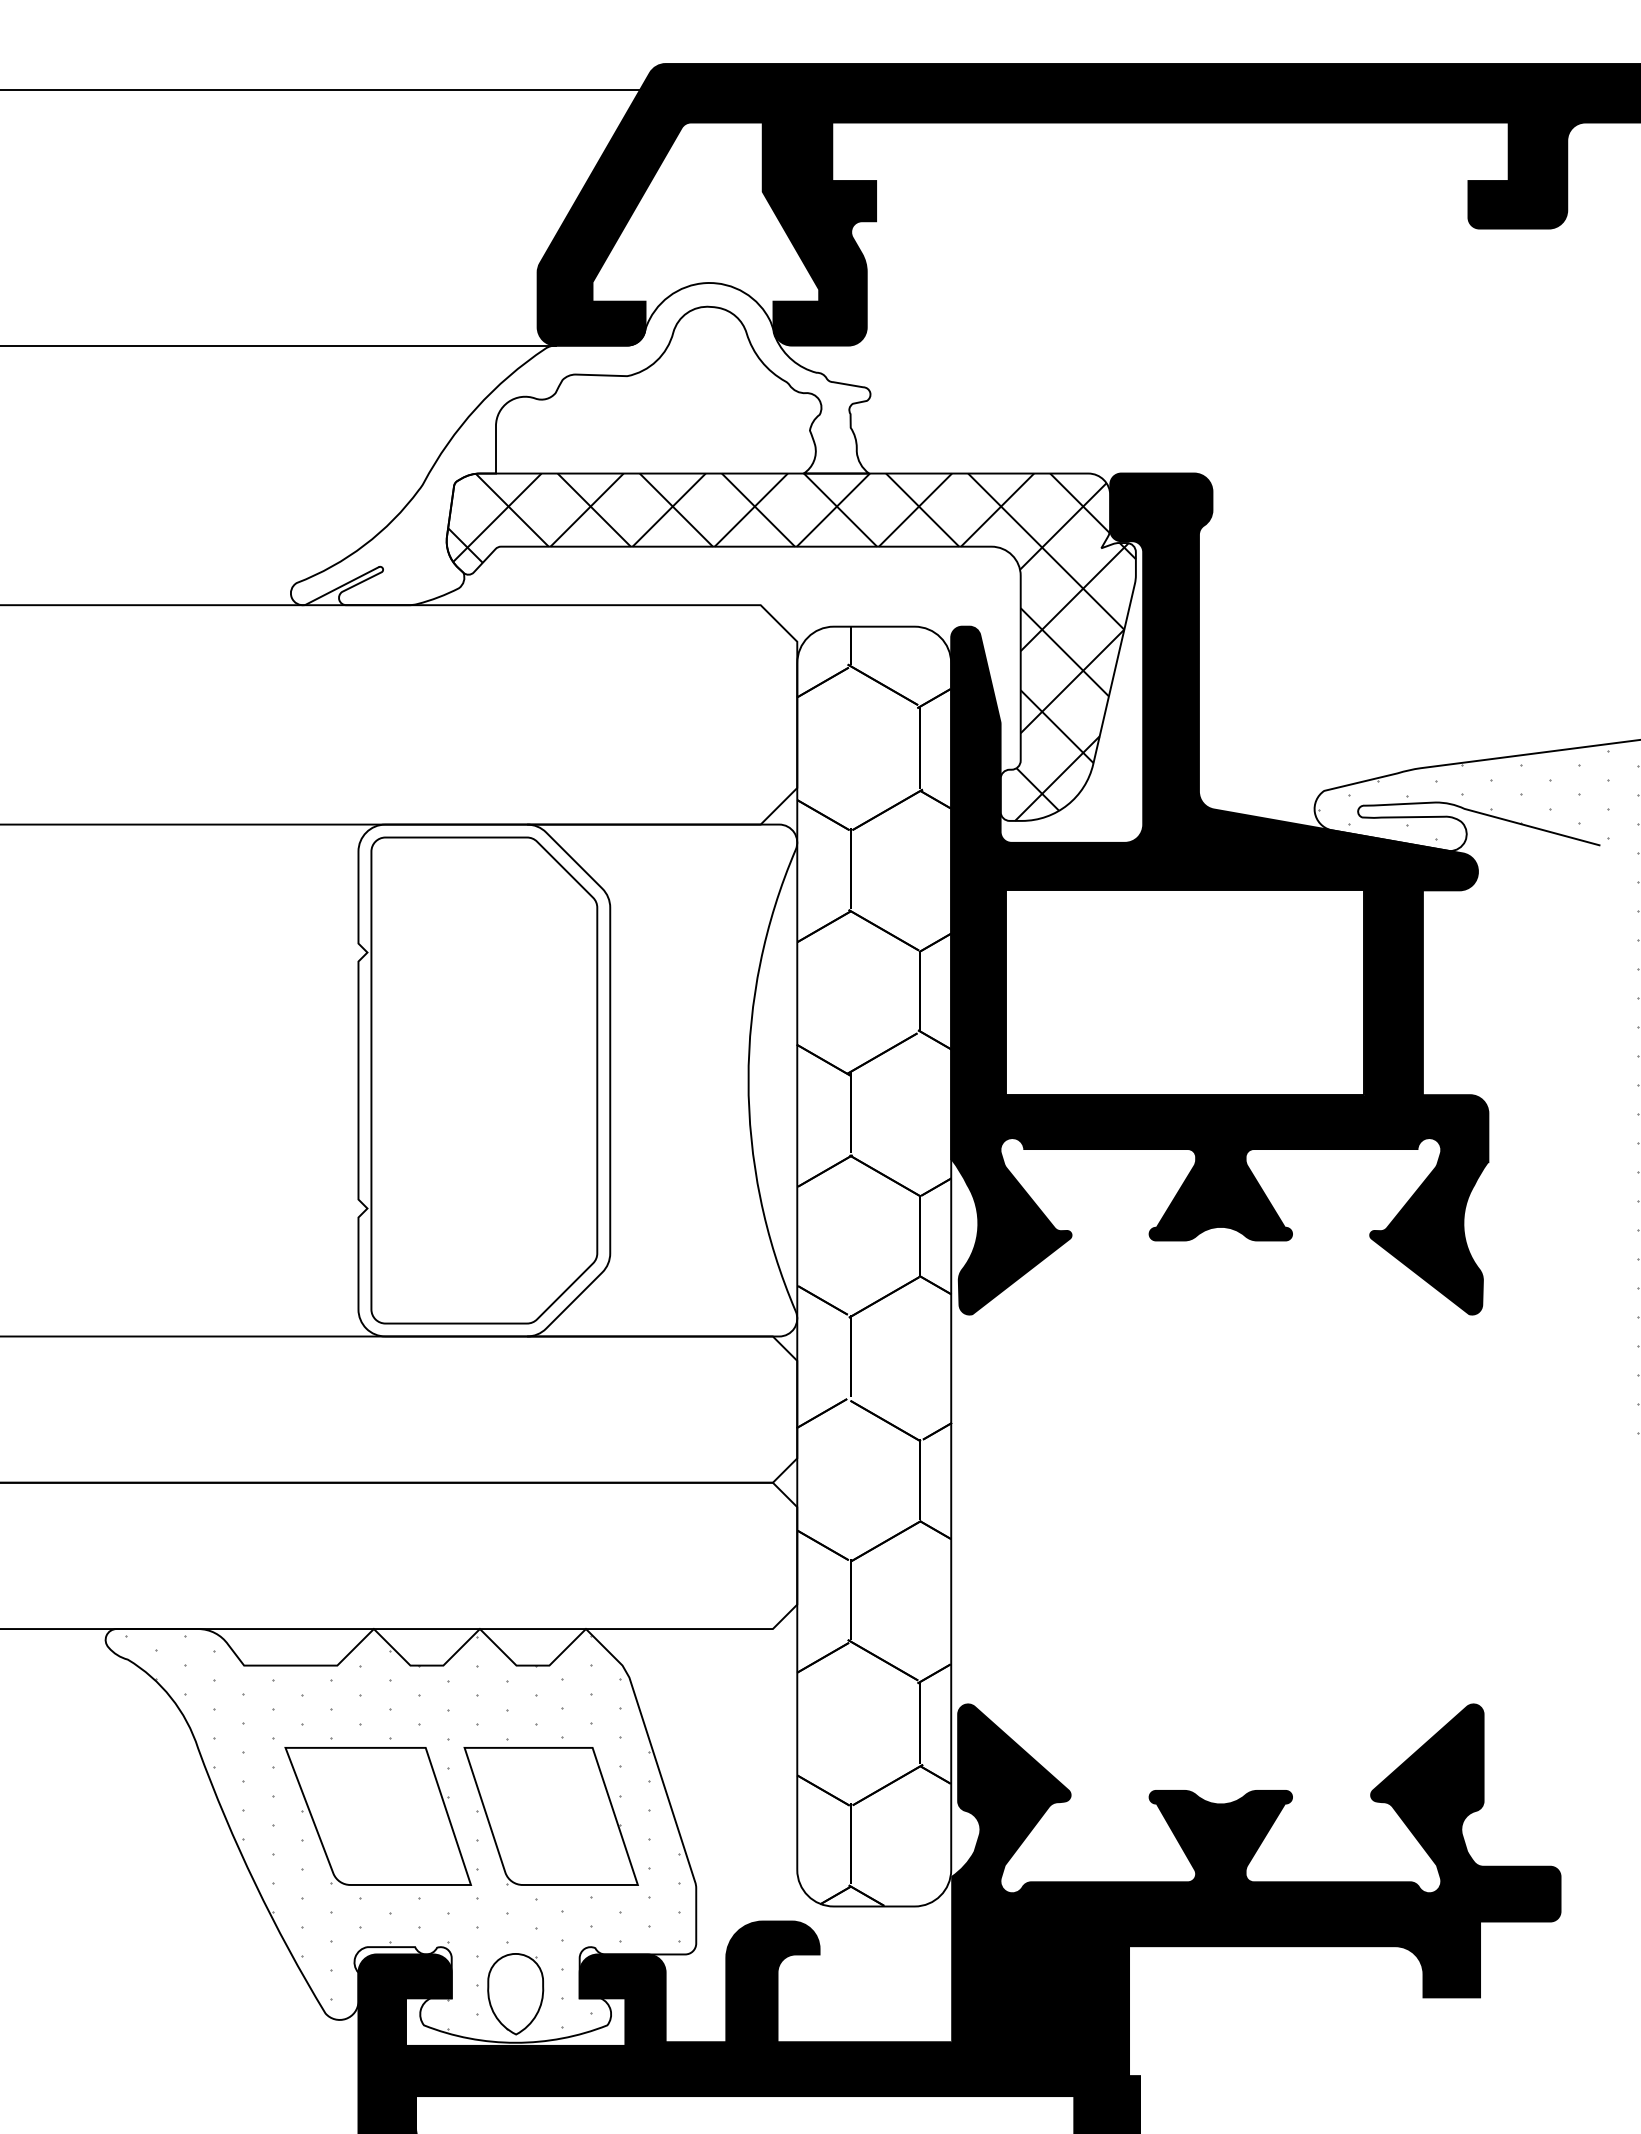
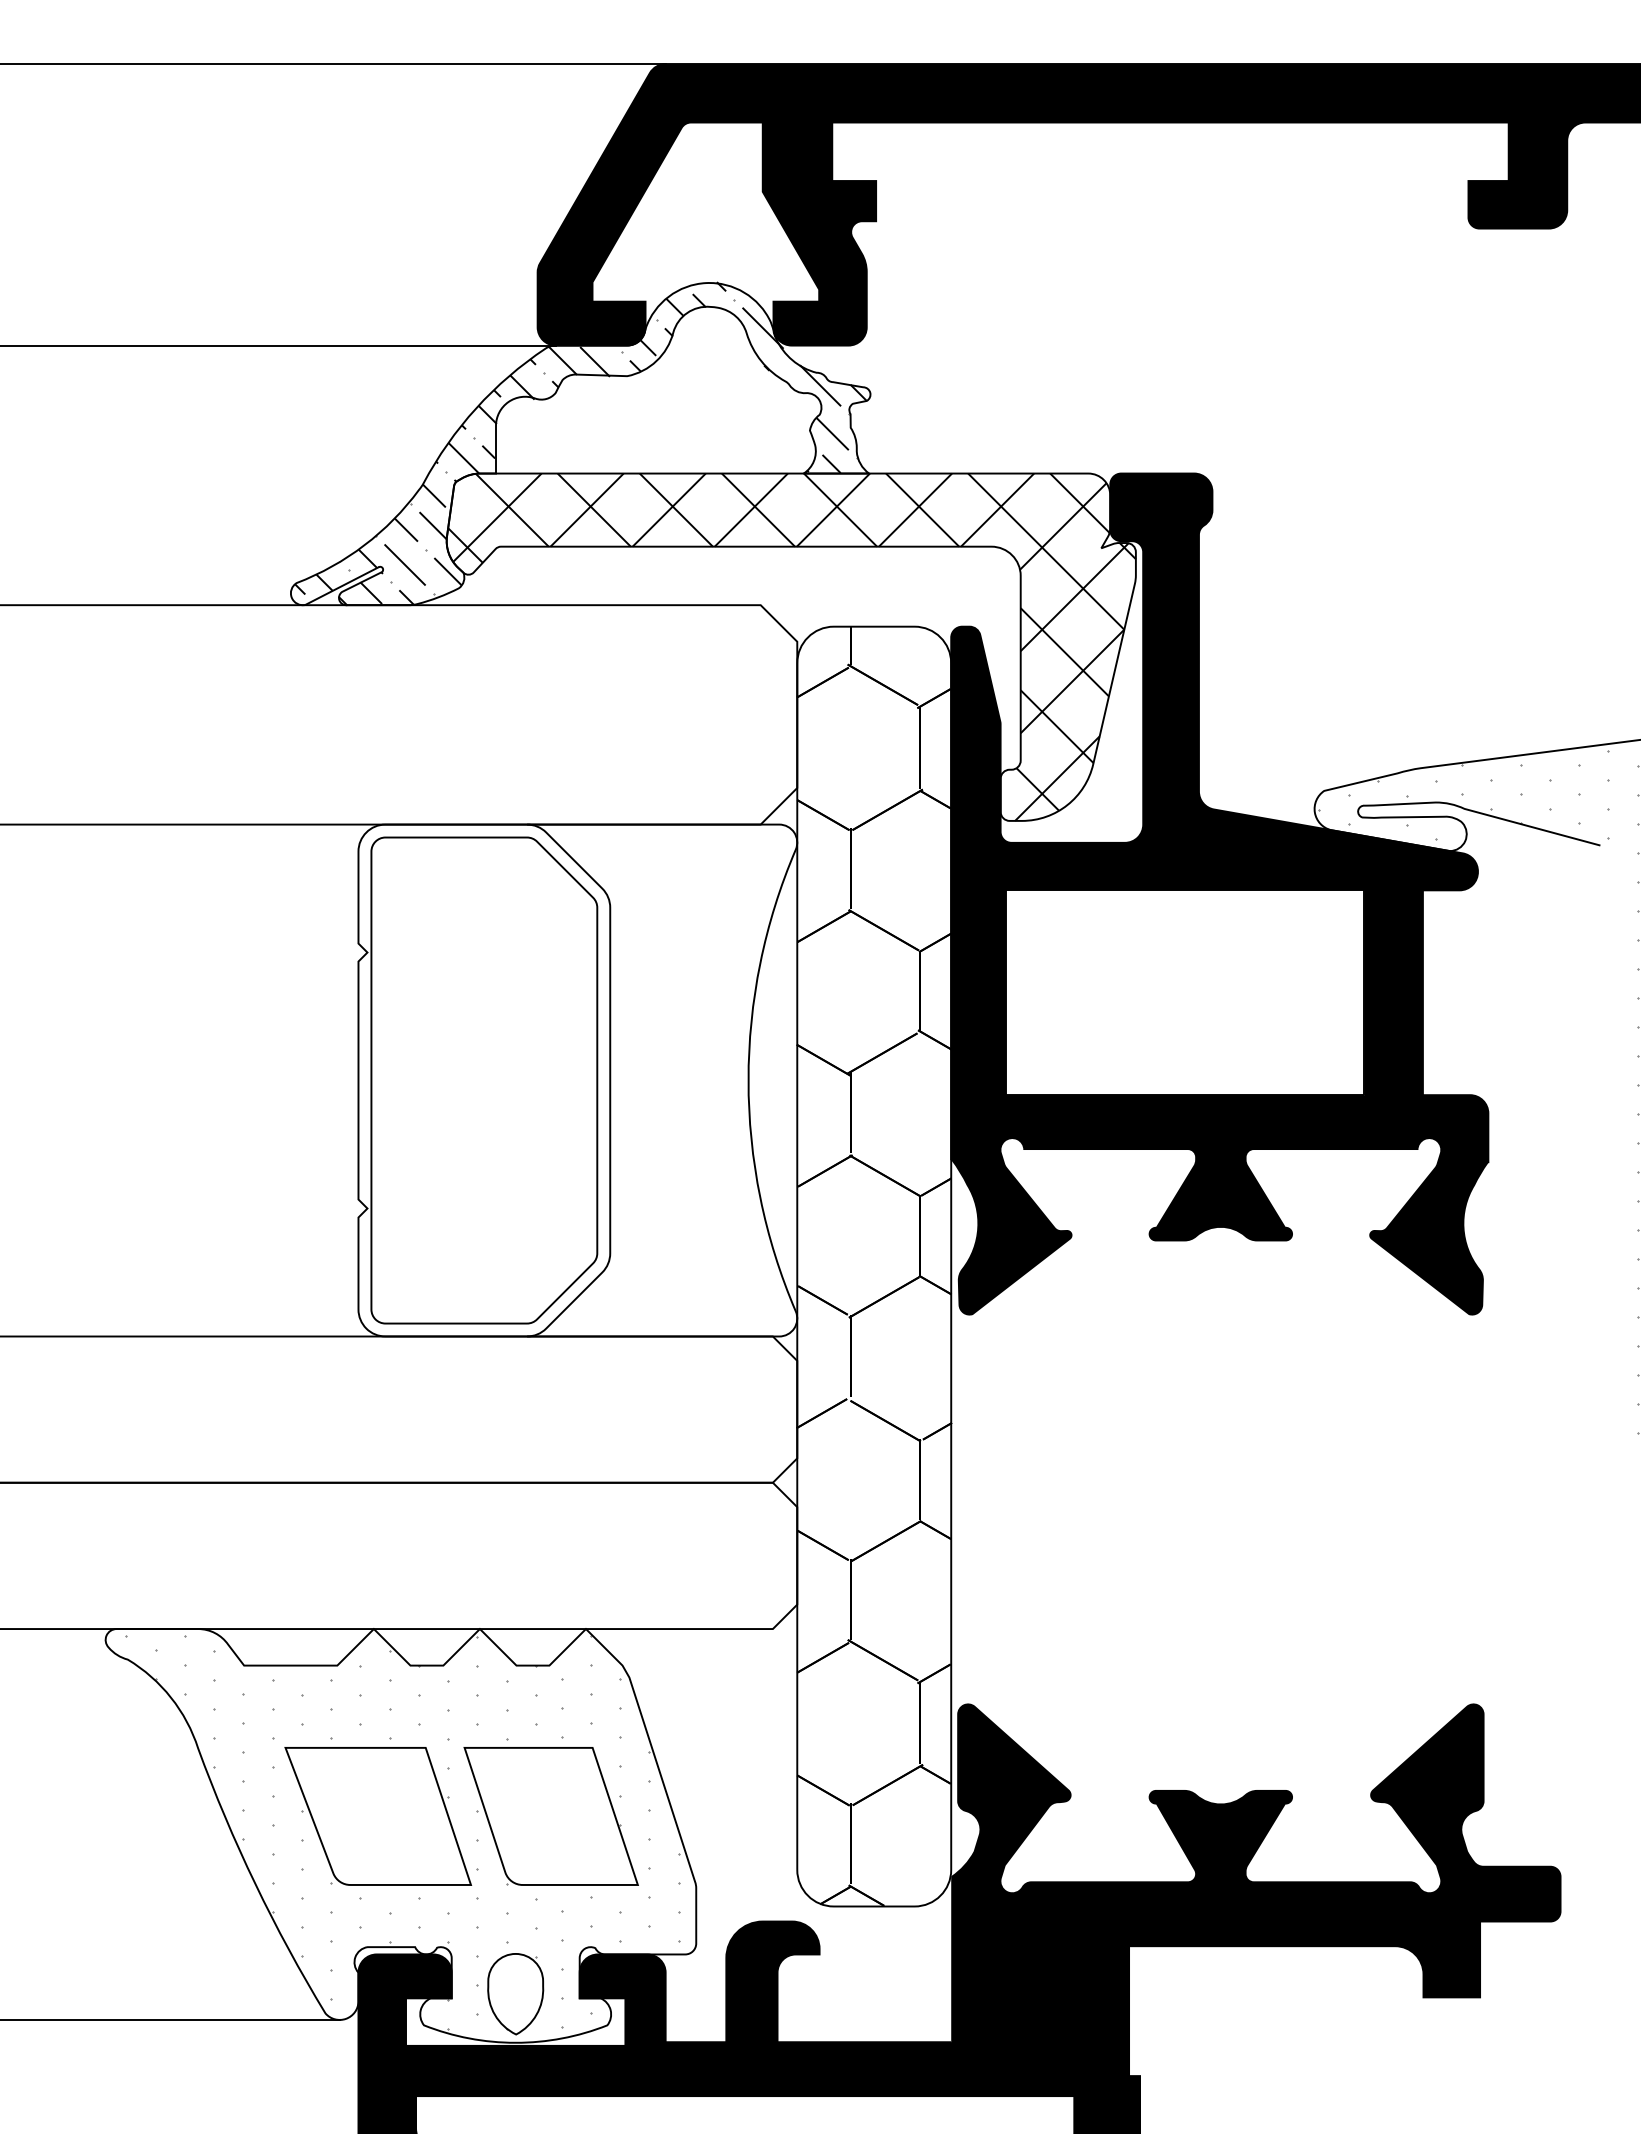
line at (333, 90) position: (333, 90) -> (333, 64)
hatch at (580, 443): none -> present
line at (170, 2019): none -> present
